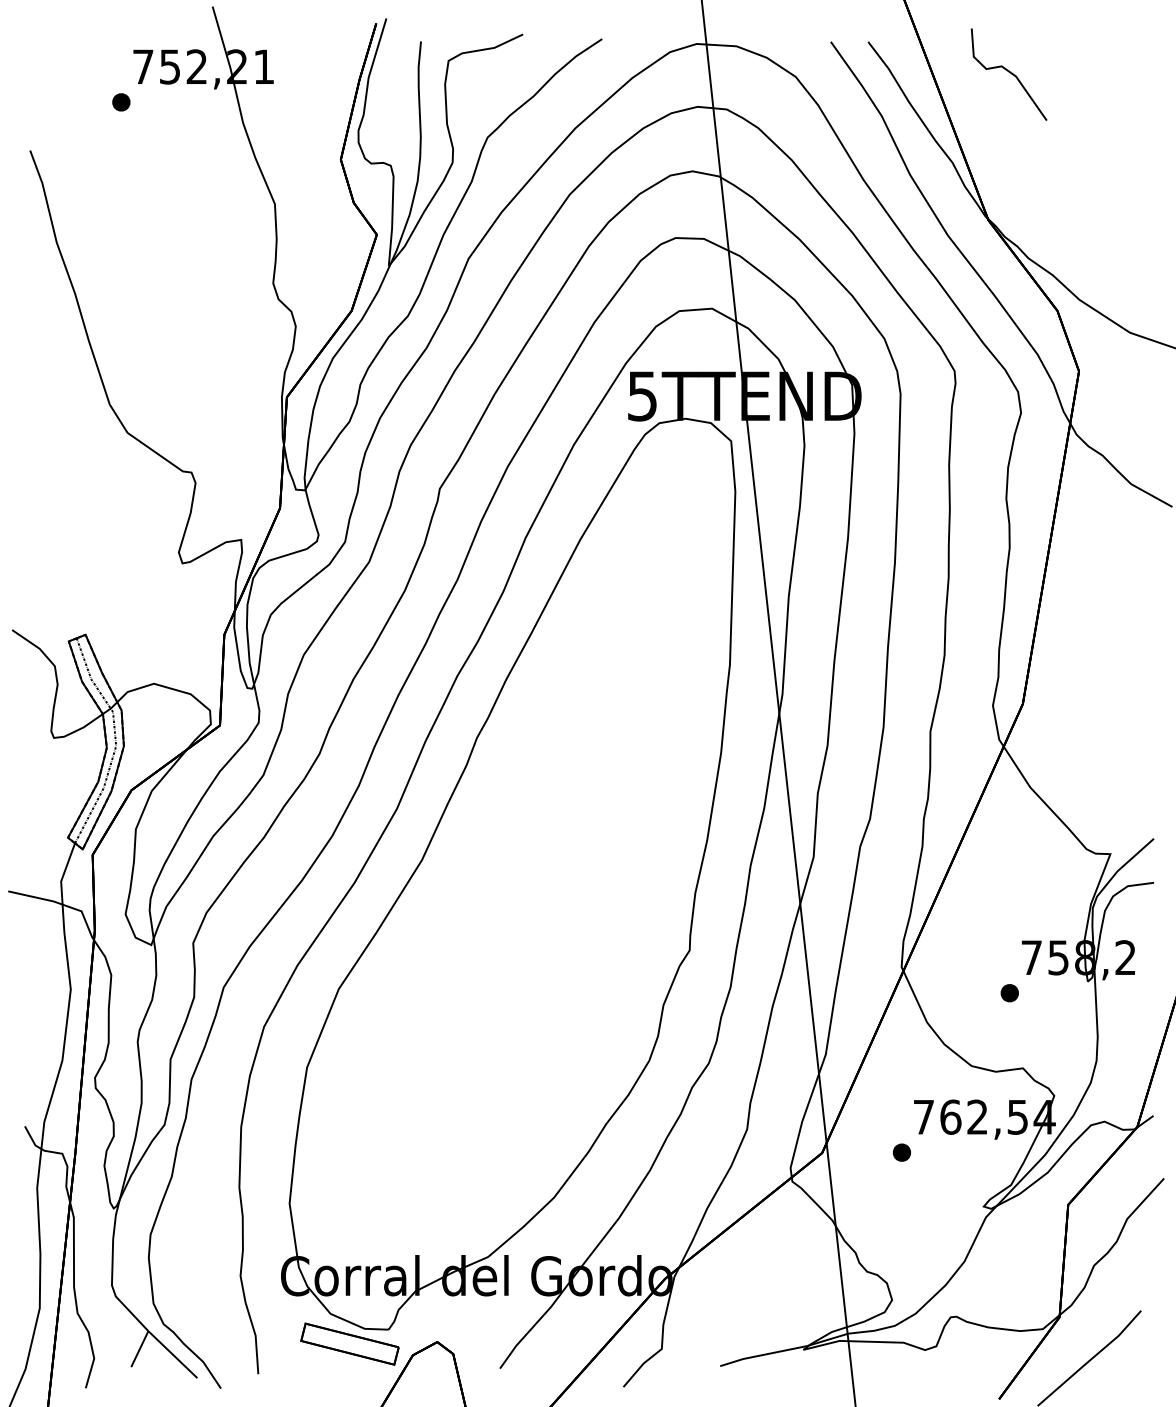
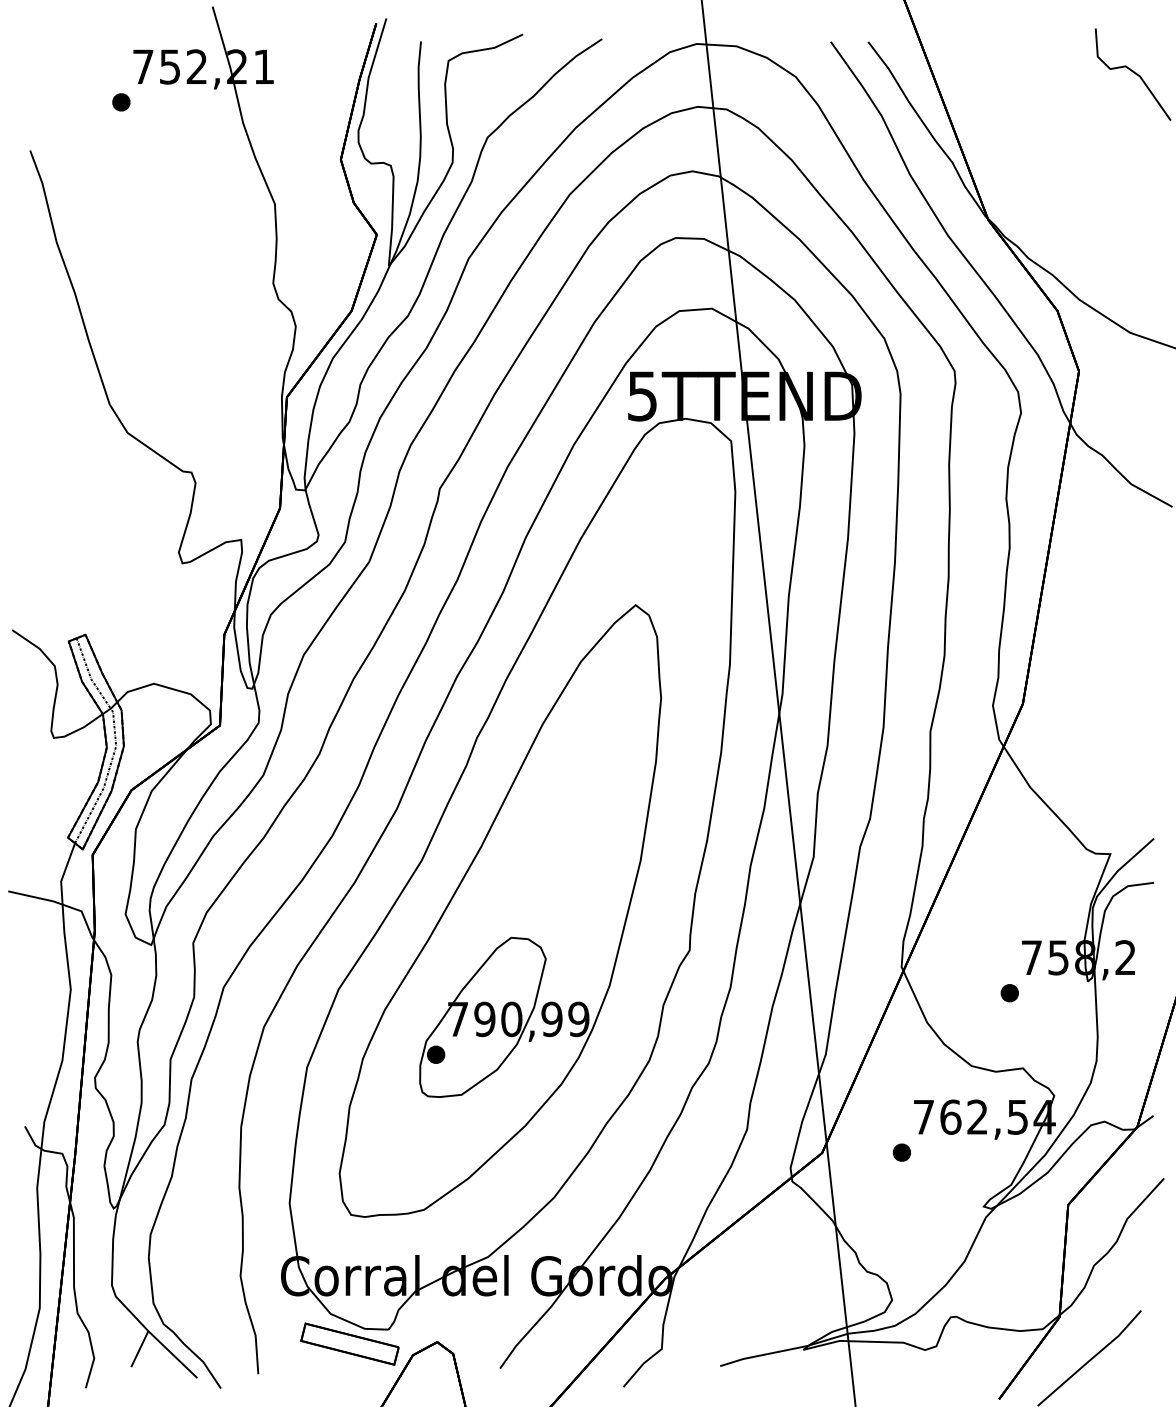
part at (1008, 74) position: (1008, 74) -> (1132, 74)
part at (499, 910): none -> present
